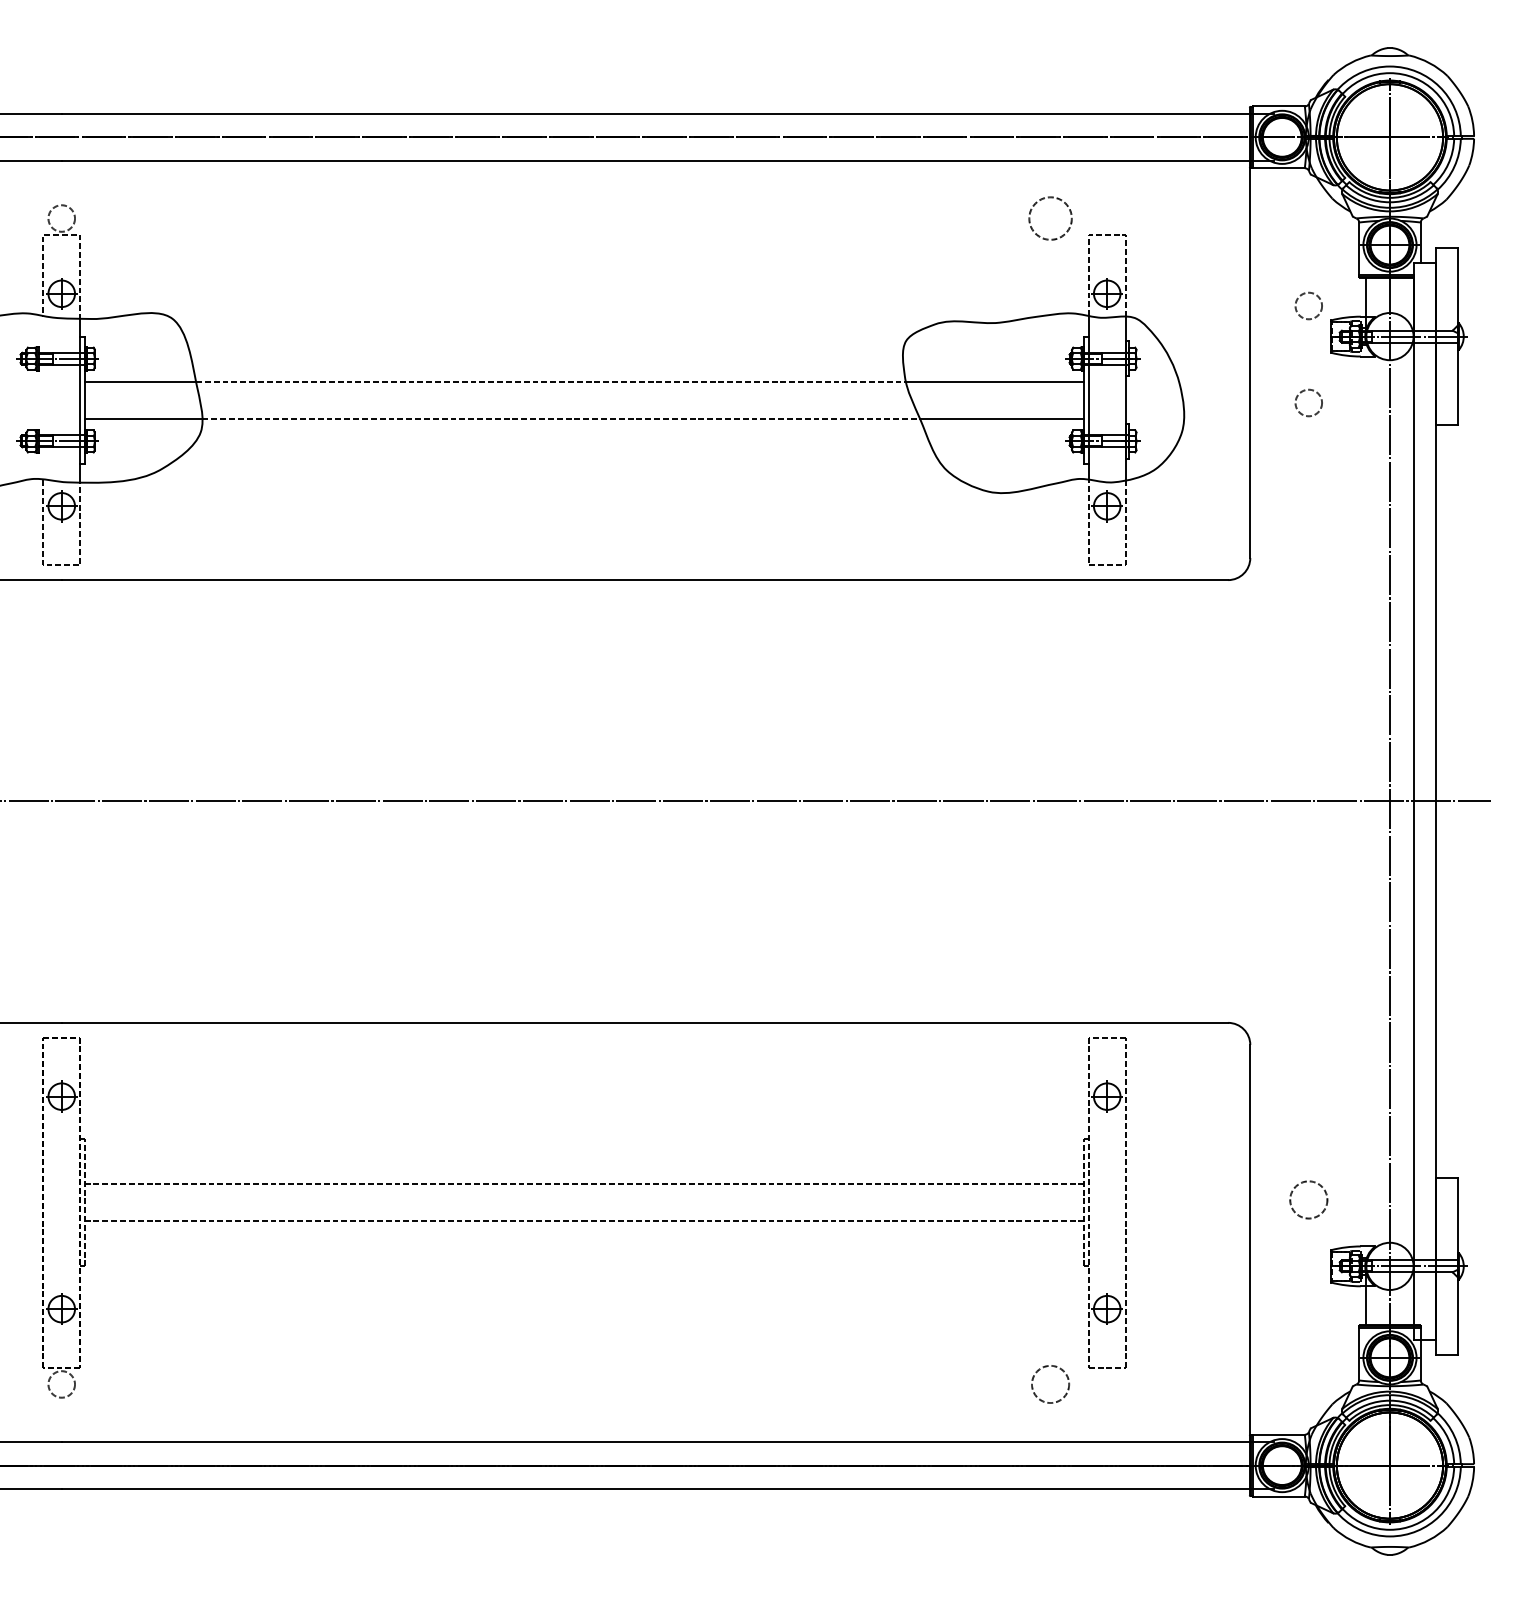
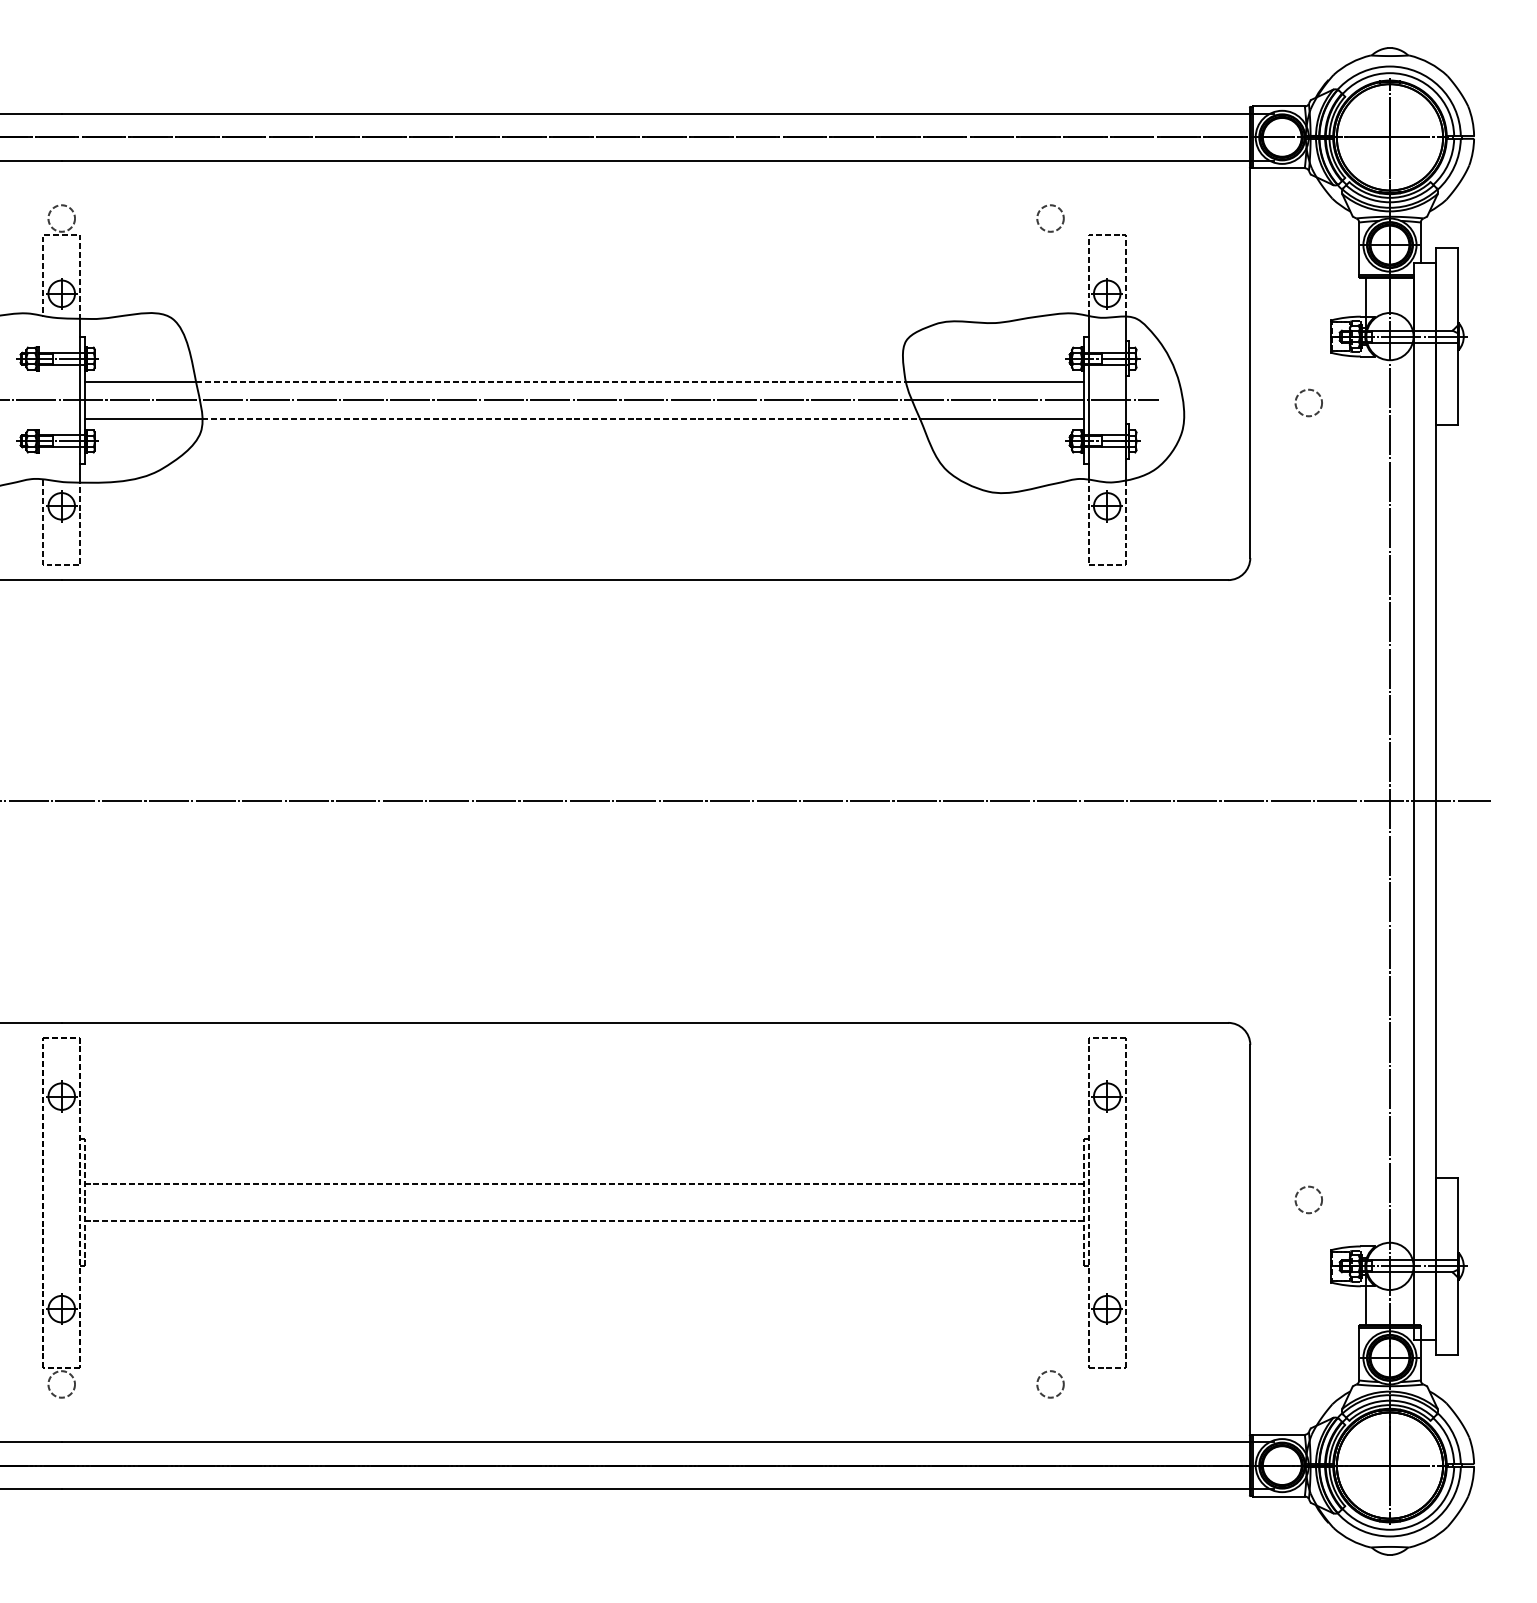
circle at (1050, 218) size: 45x45 px -> 29x29 px
circle at (1308, 305): present -> none
line at (580, 400): none -> present
circle at (1308, 1199) diameter: 37 px -> 27 px
circle at (1050, 1384) size: 40x39 px -> 29x29 px
